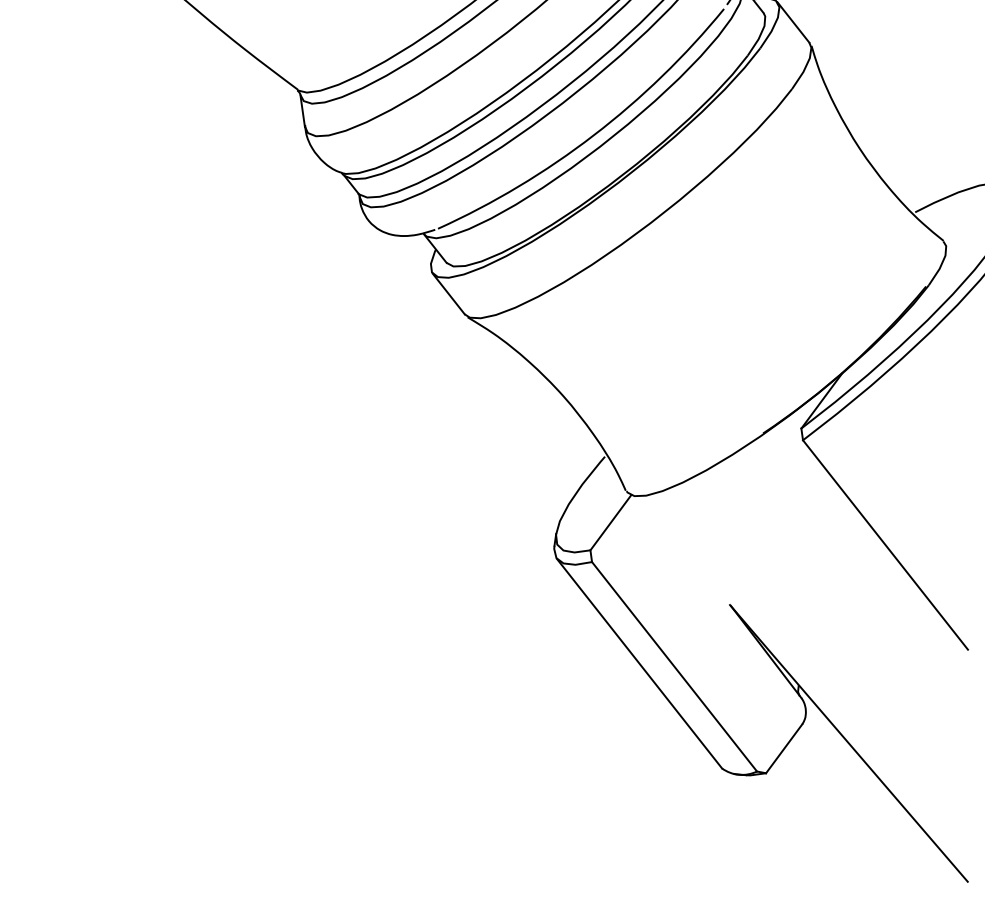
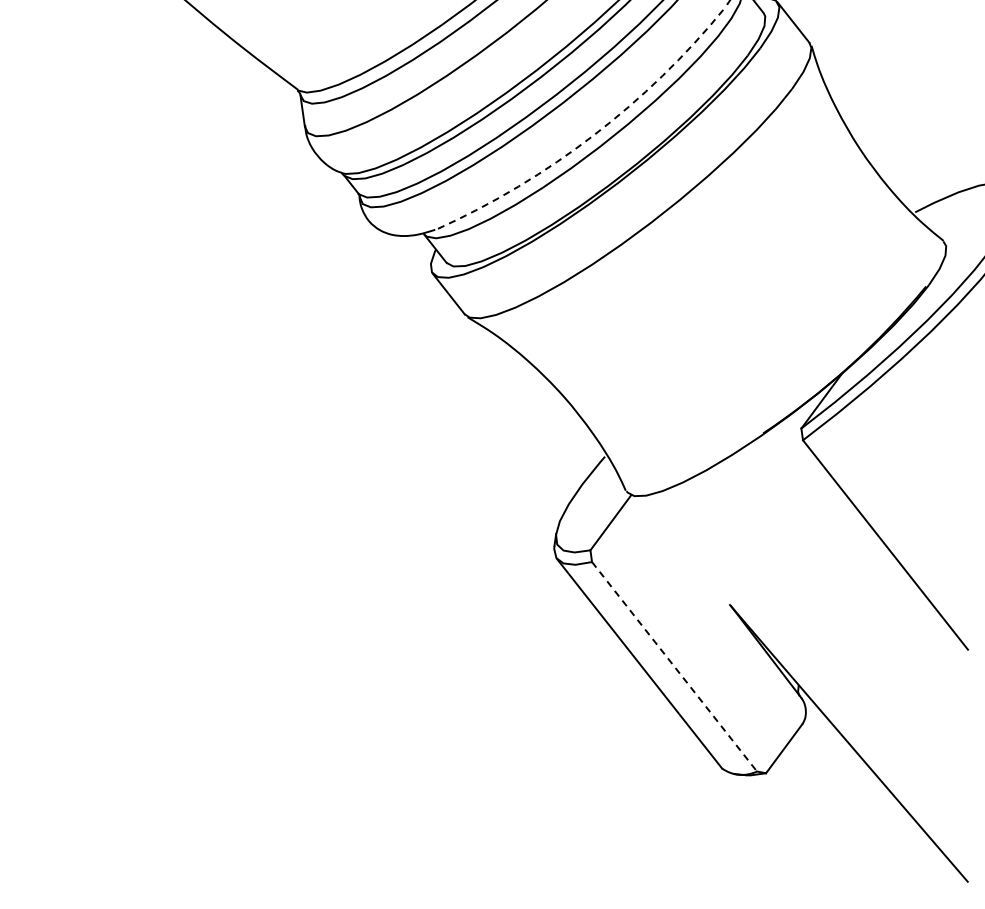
arc at (593, 135): solid -> dashed
line at (674, 667): solid -> dashed
